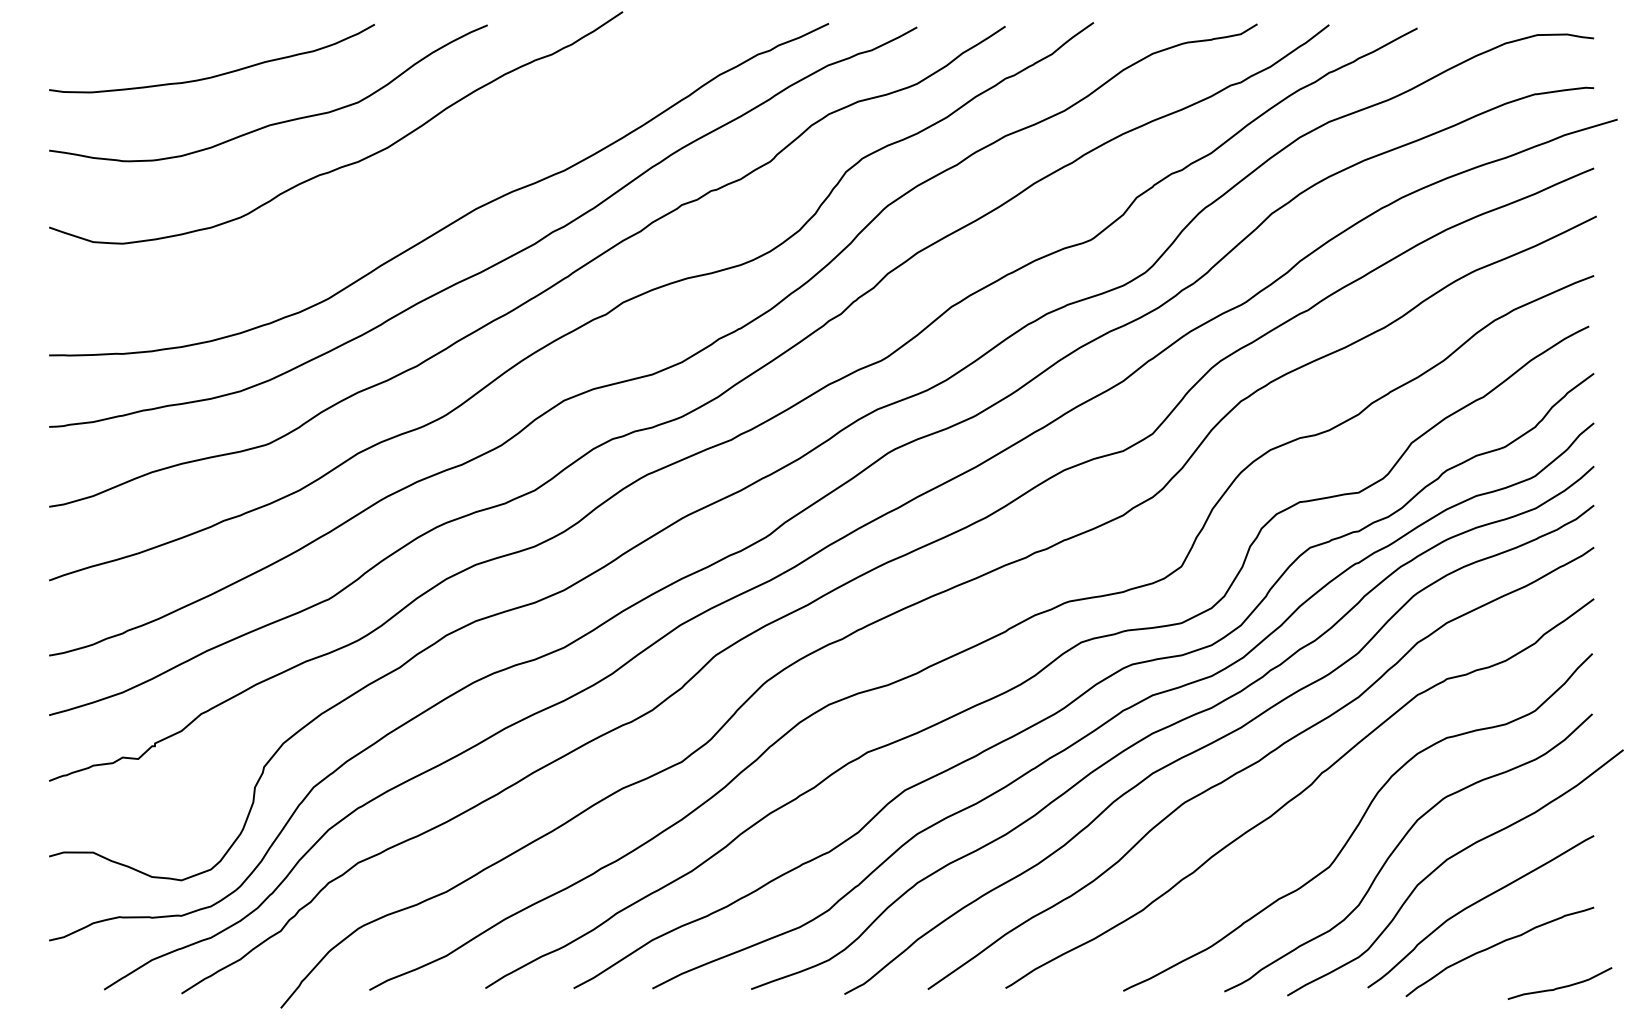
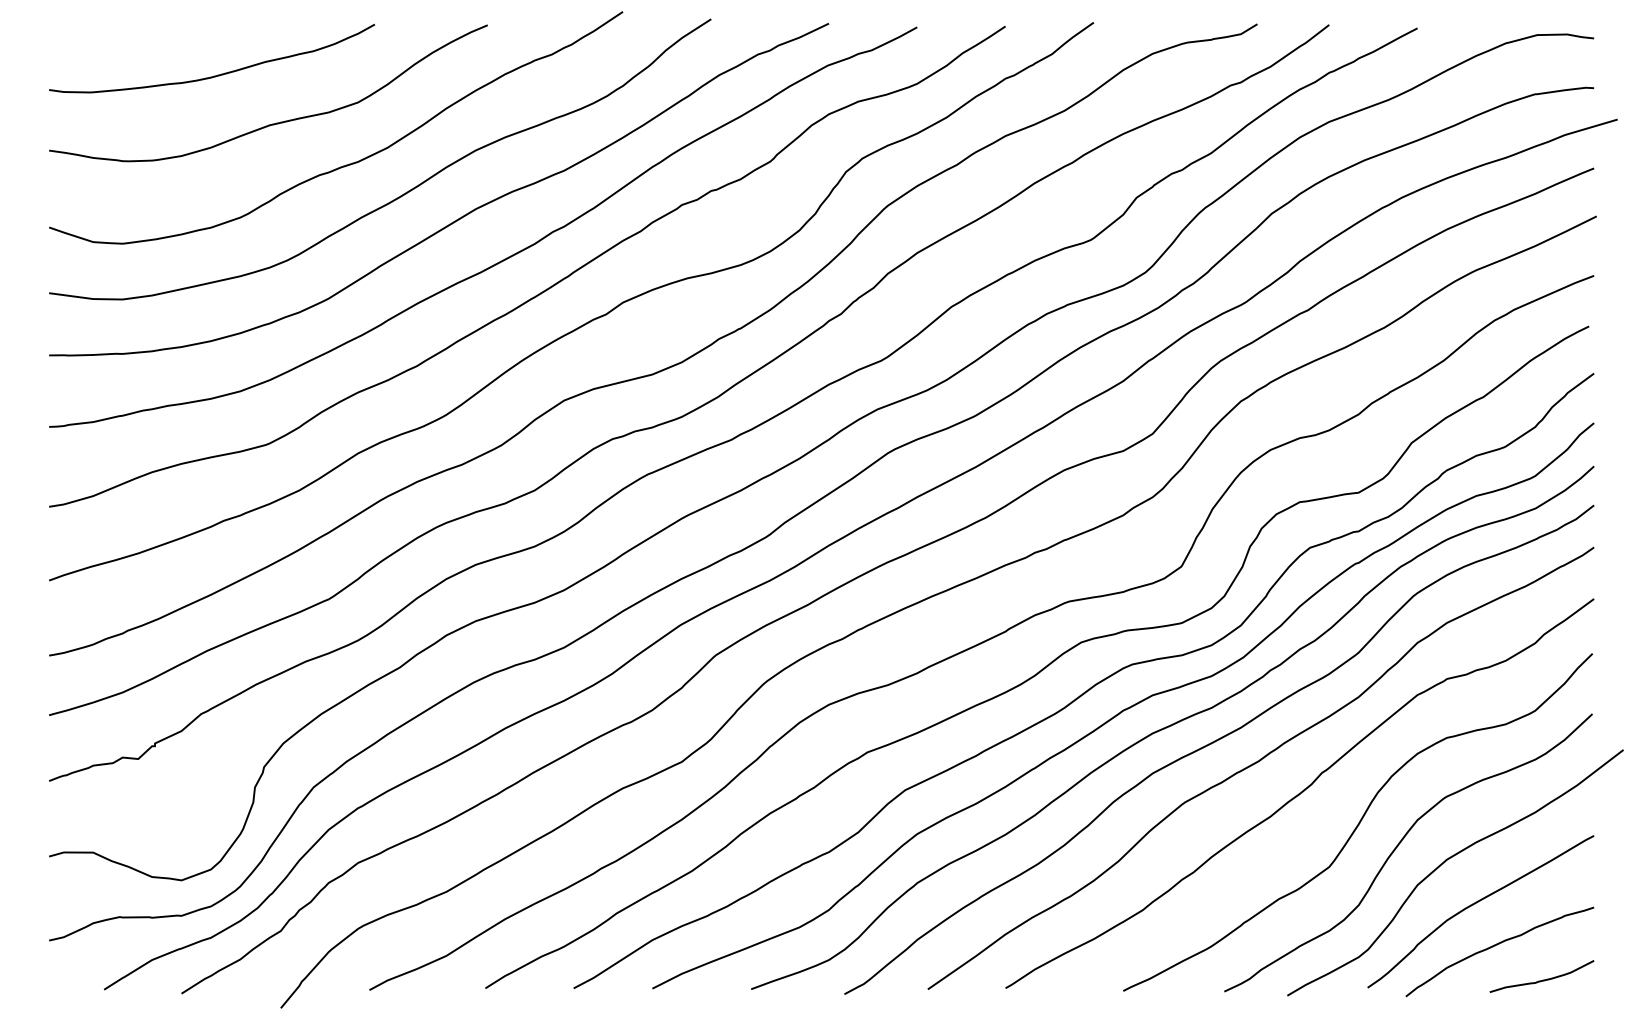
curve at (403, 193): none -> present
curve at (1560, 986) position: (1560, 986) -> (1542, 979)
